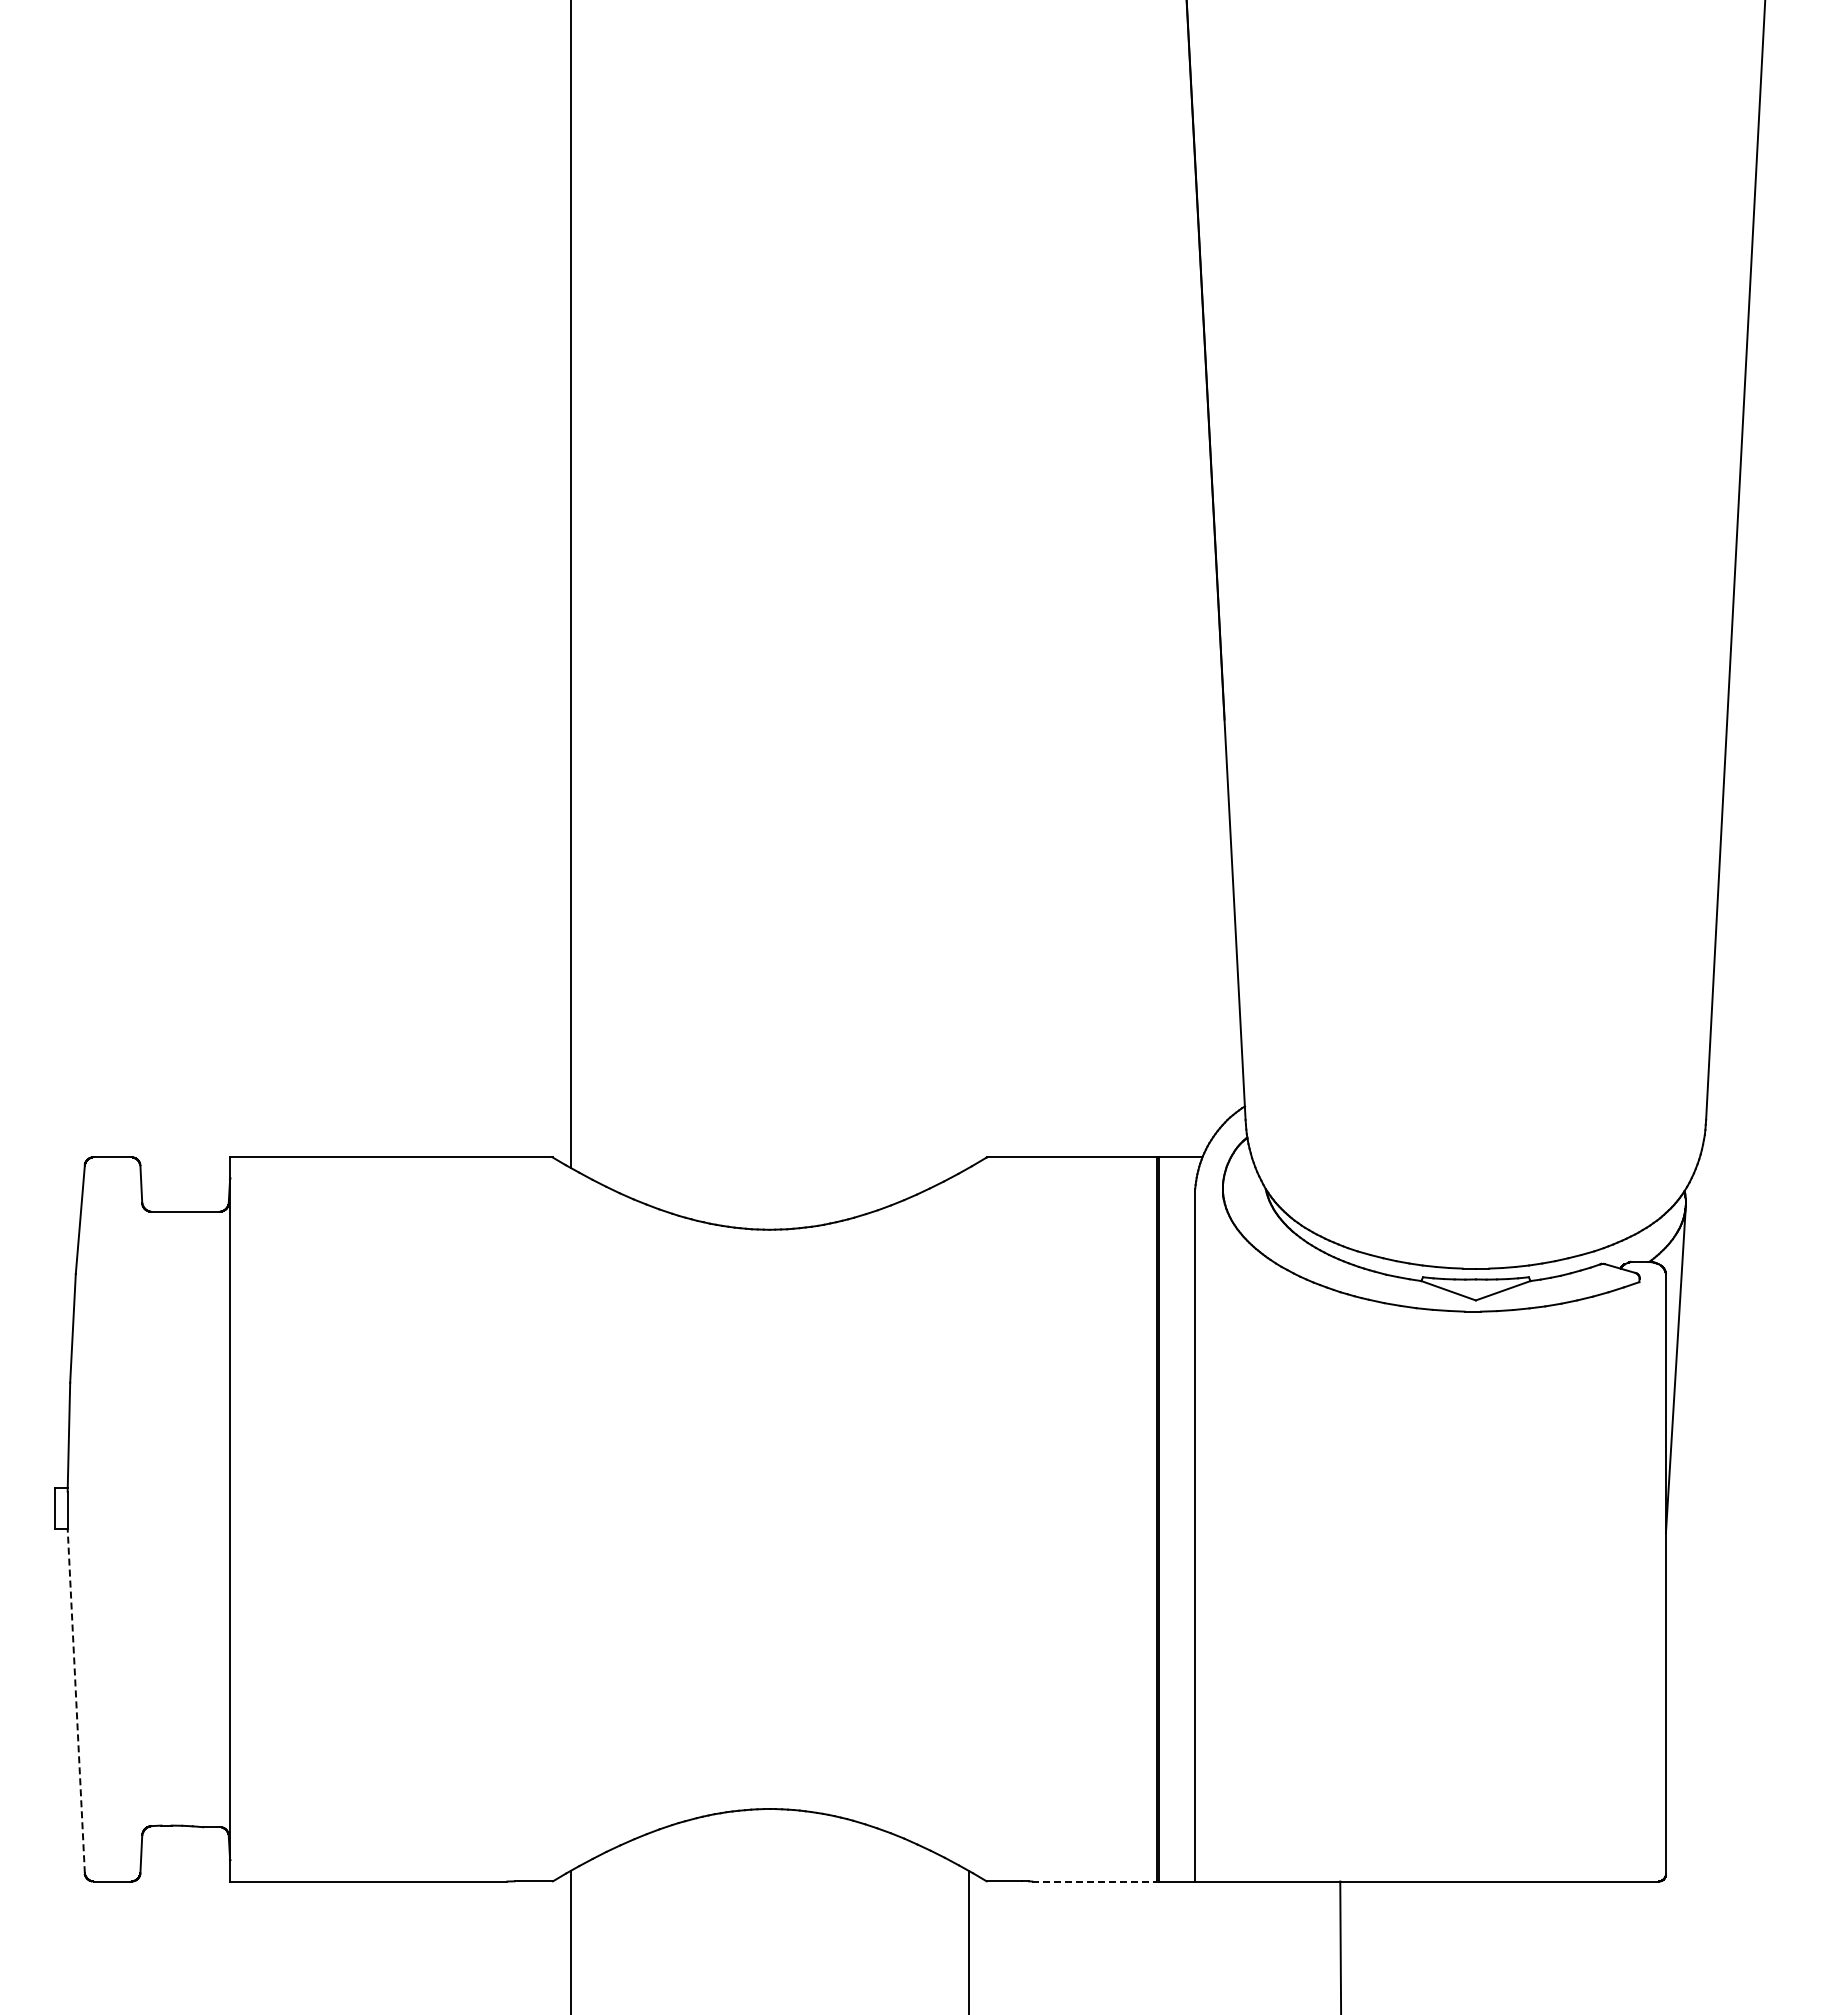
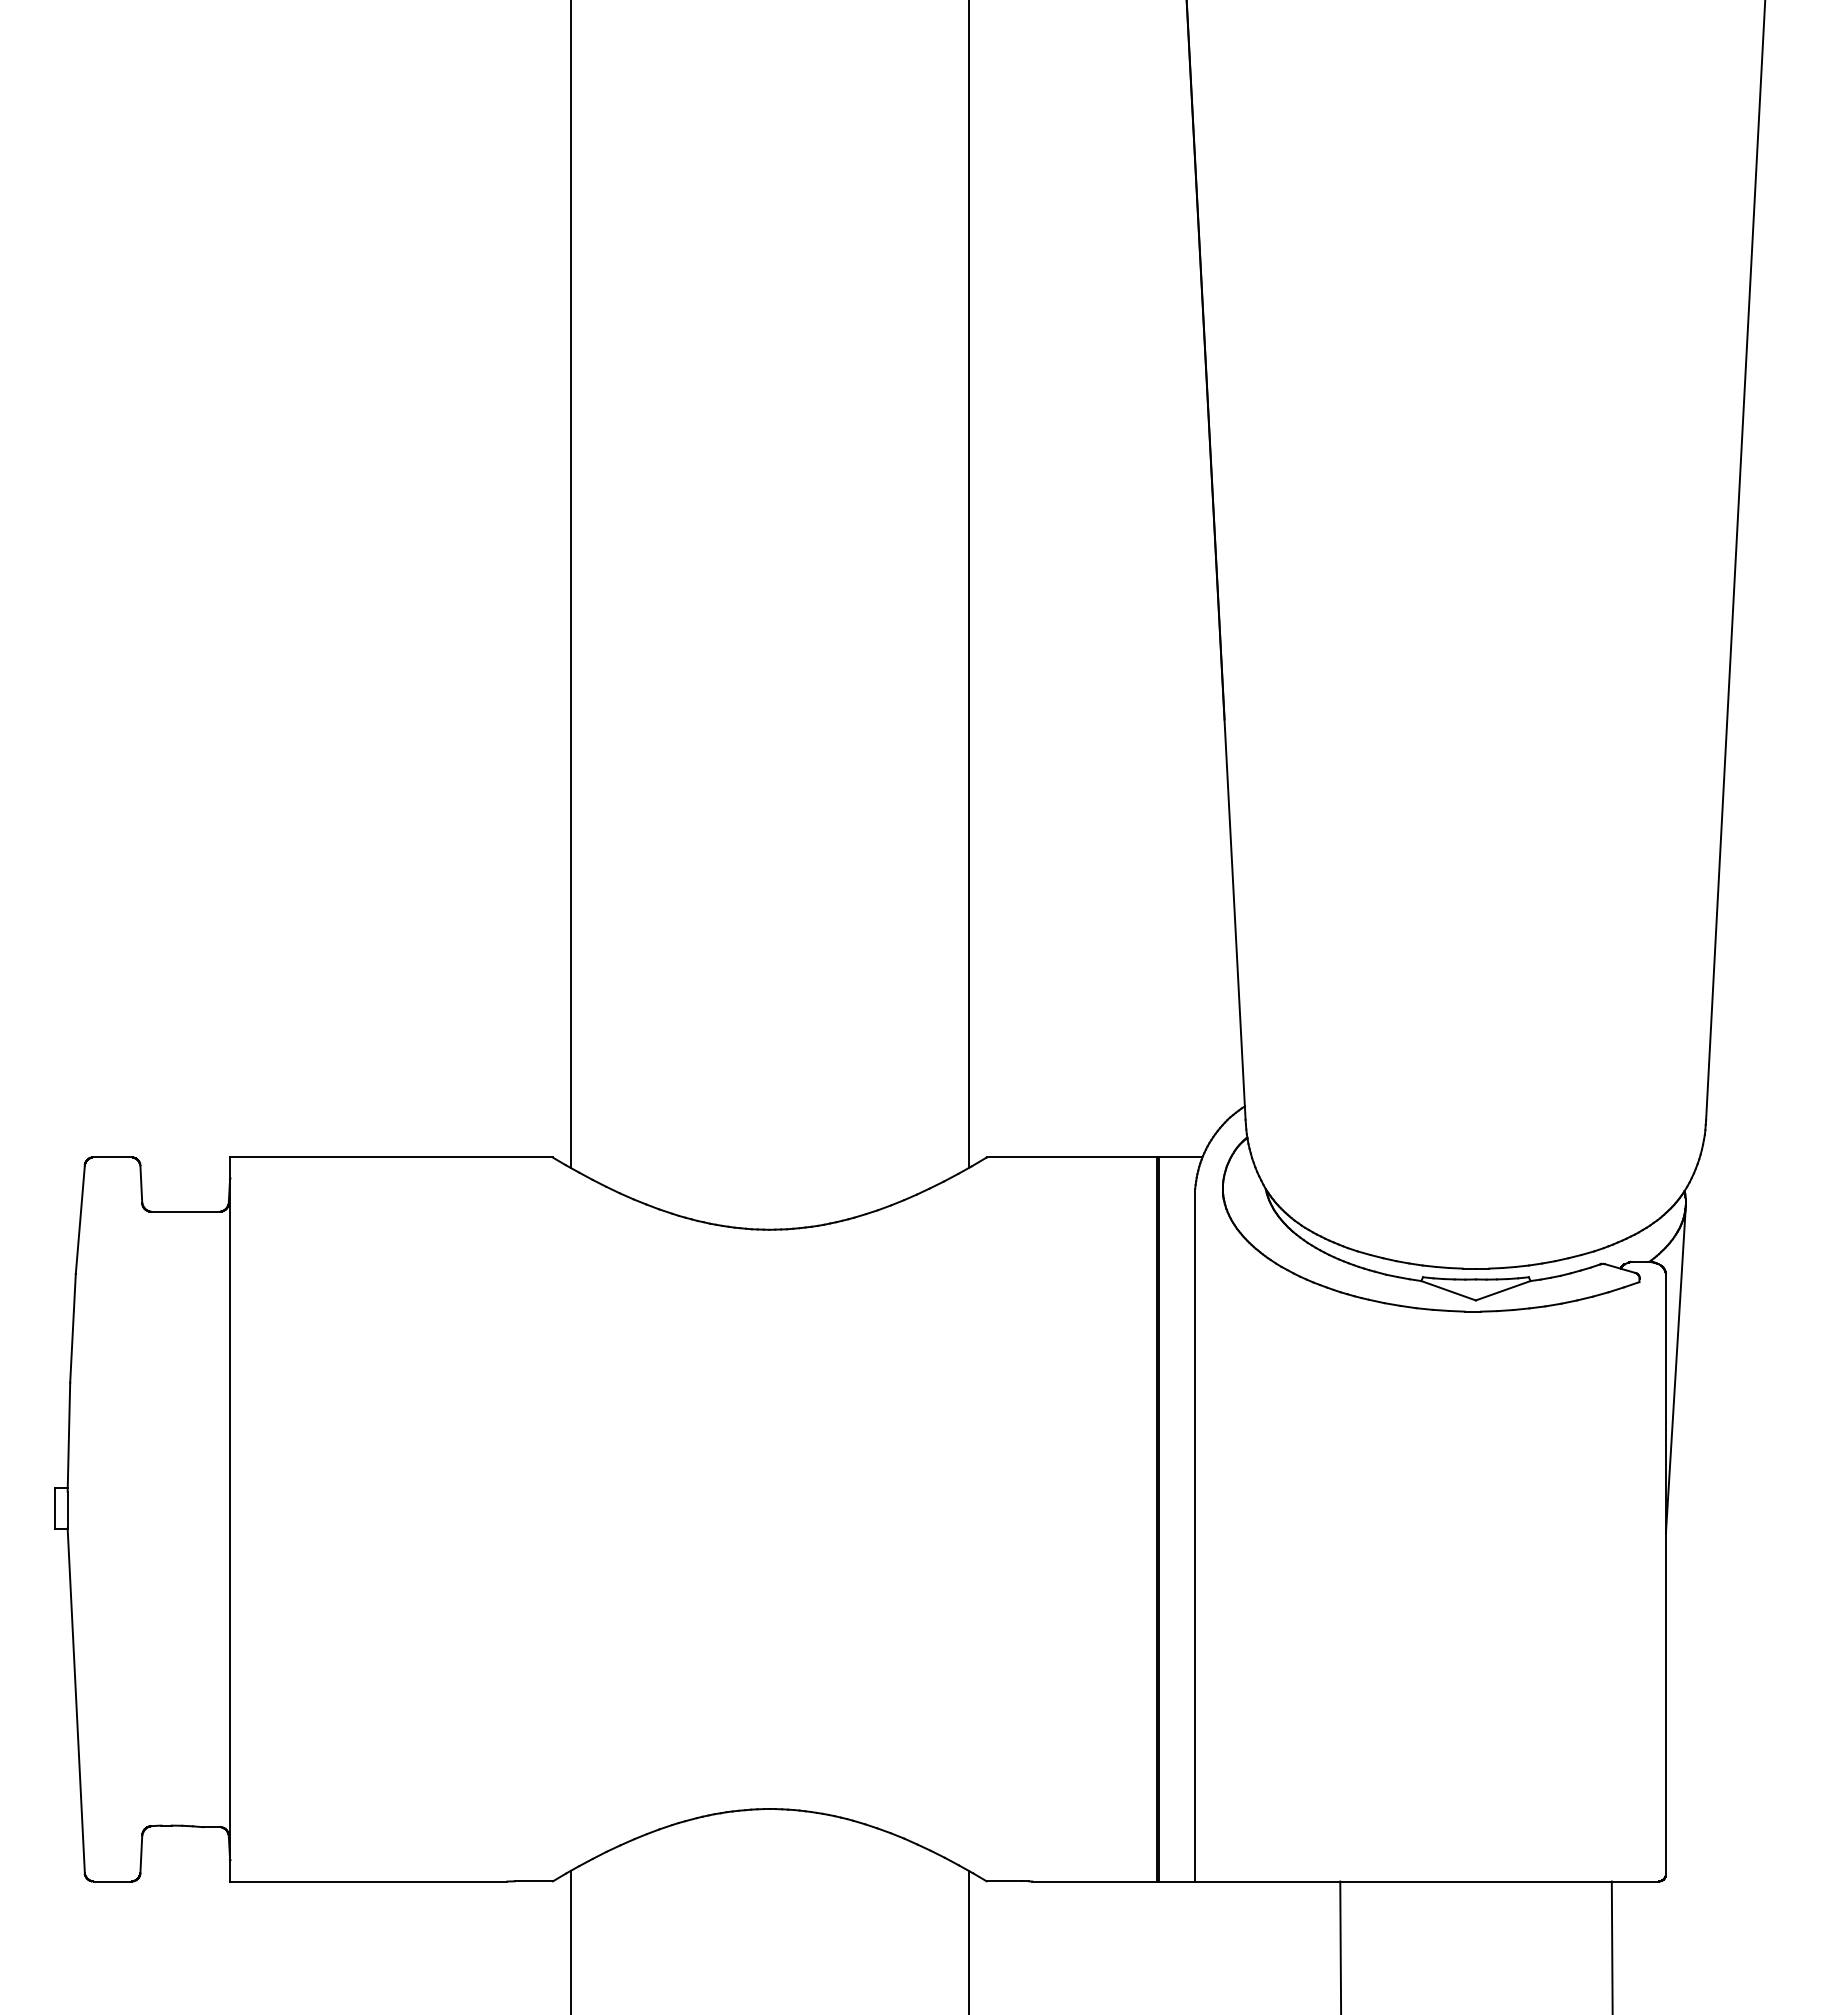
line at (968, 584): none -> present
line at (76, 1700): dashed -> solid
line at (1095, 1881): dashed -> solid
line at (1611, 1946): none -> present
